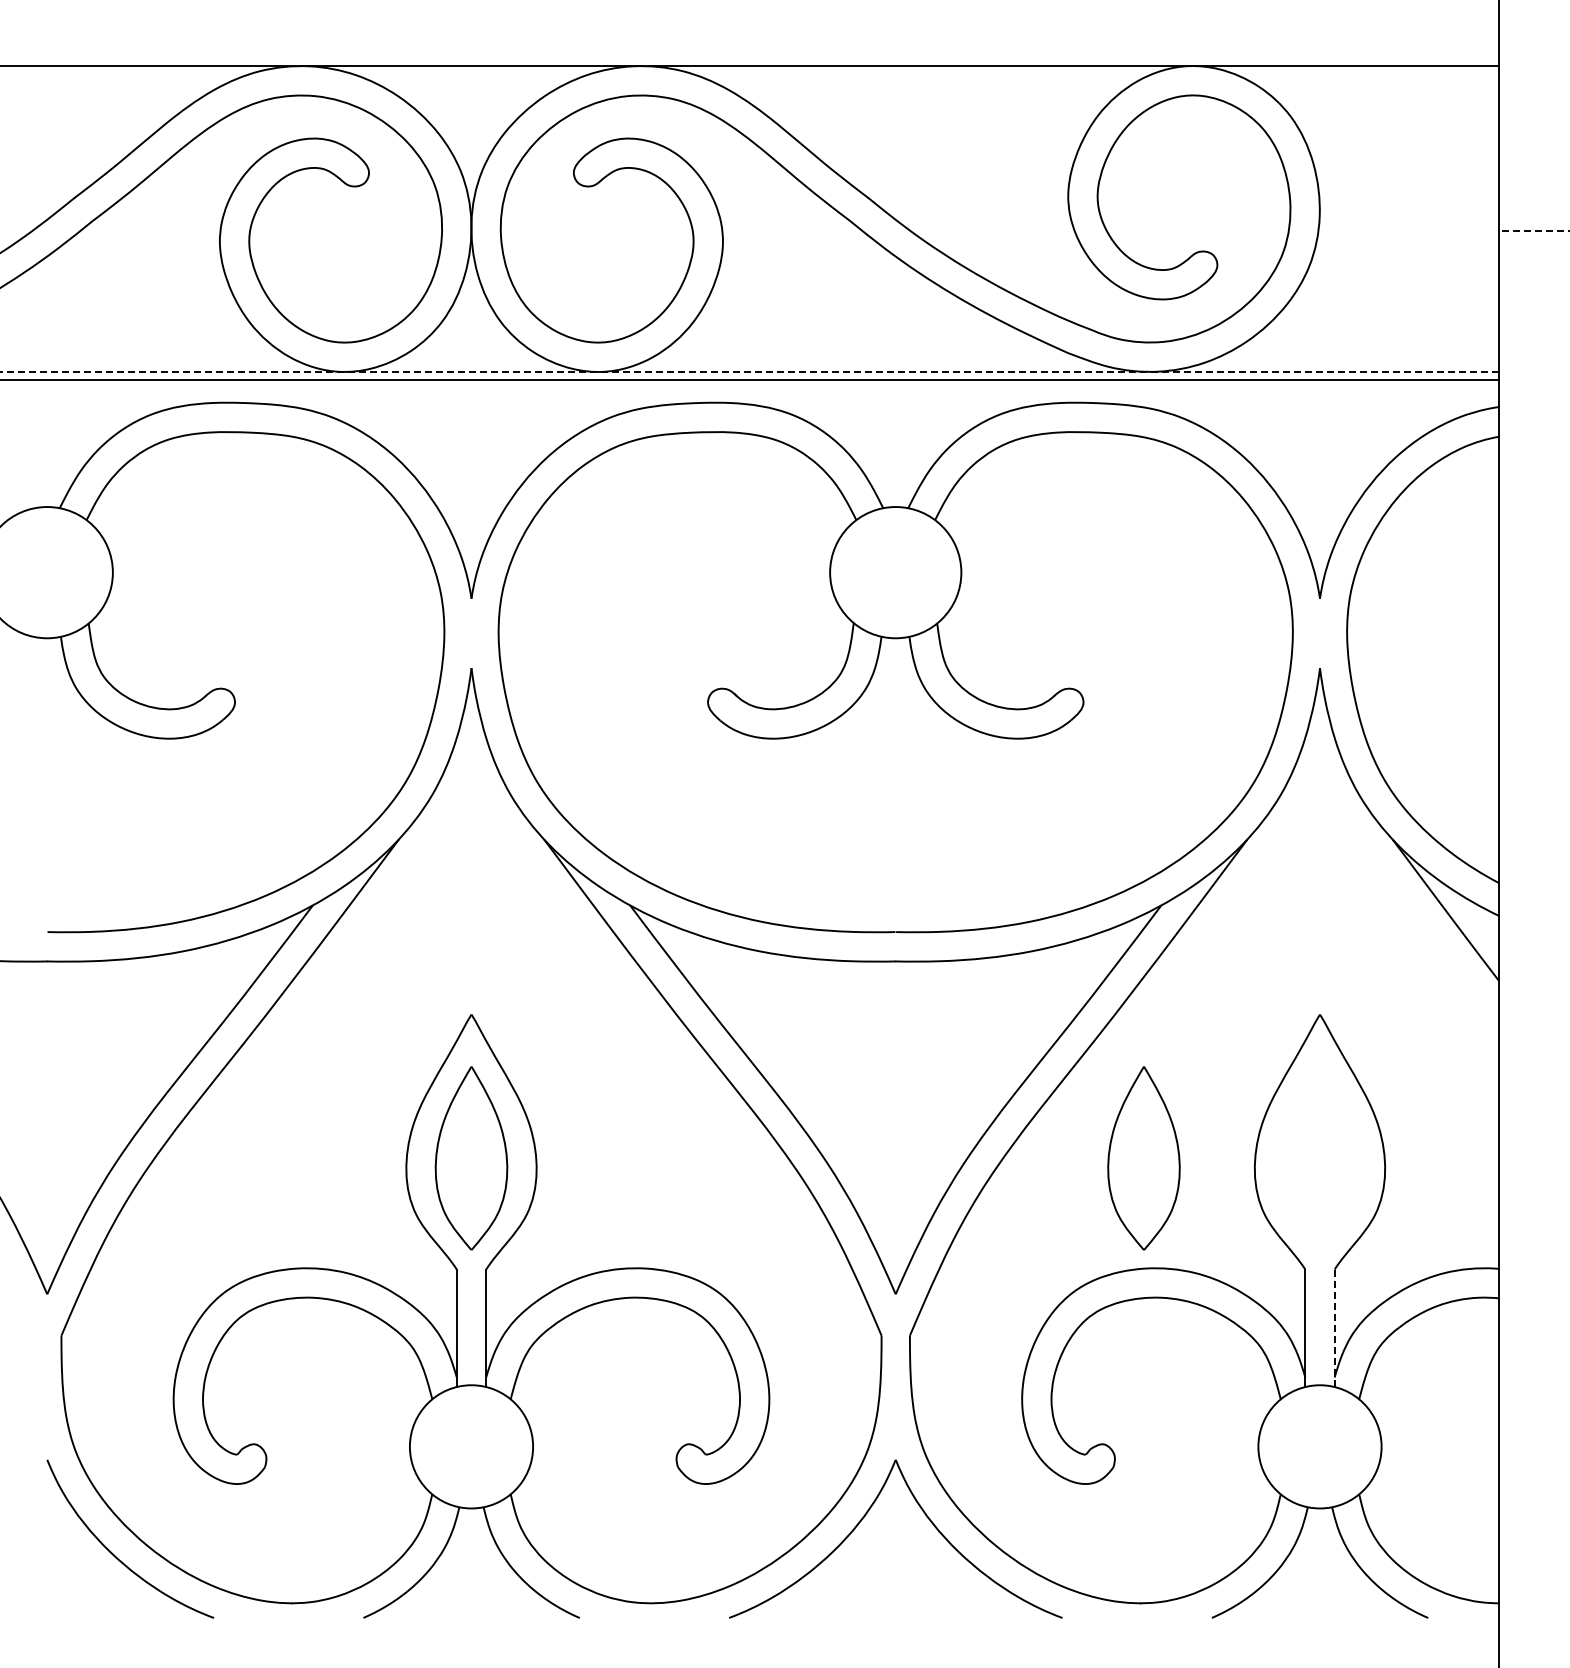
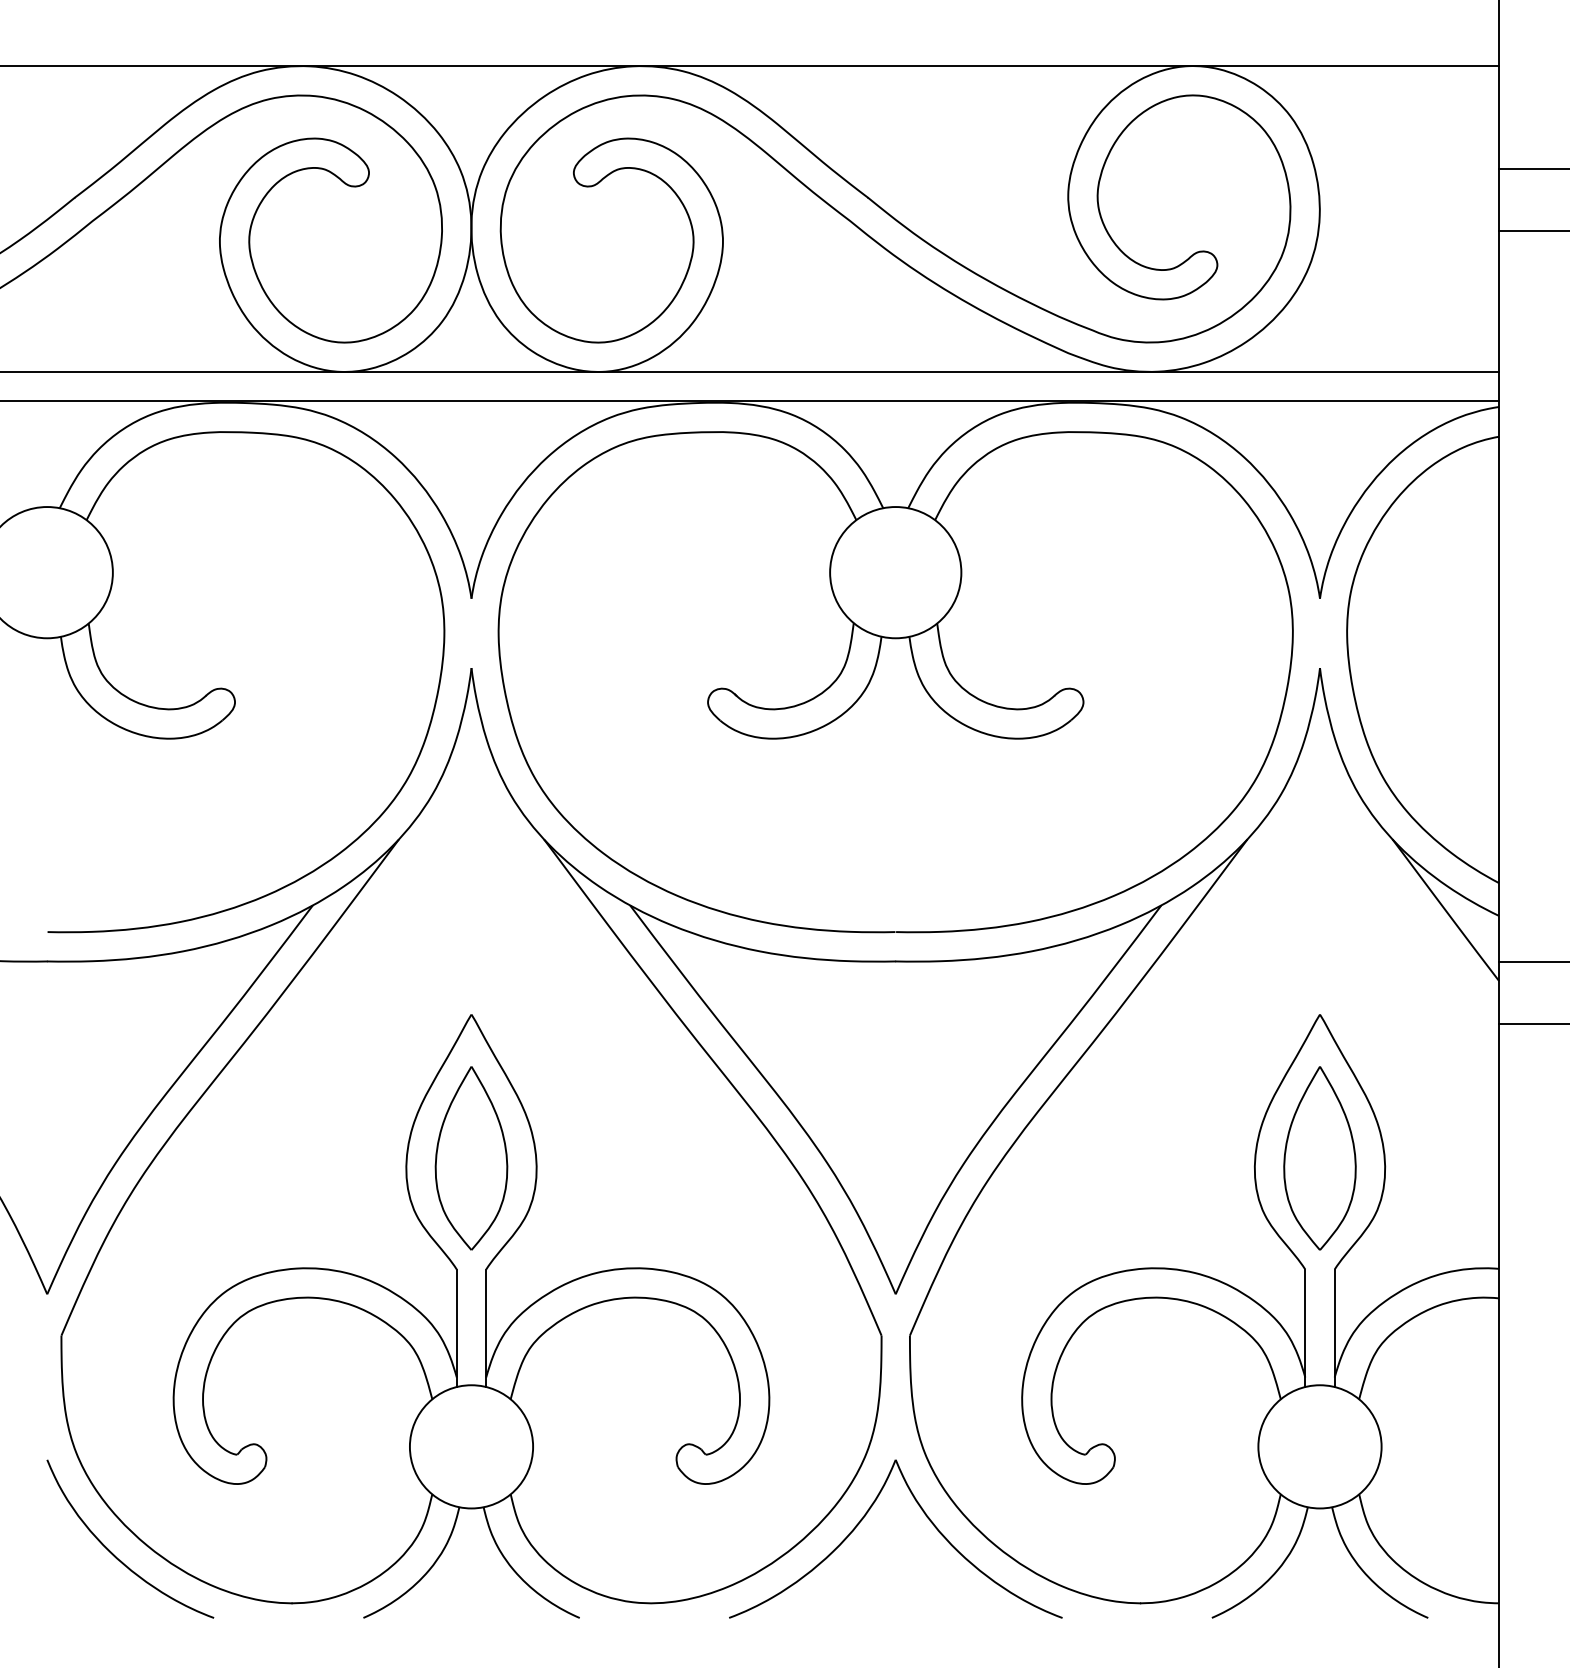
line at (1532, 169): none -> present
line at (1534, 231): dashed -> solid
line at (749, 371): dashed -> solid
line at (750, 380) position: (750, 380) -> (750, 401)
line at (1532, 962): none -> present
line at (1532, 1024): none -> present
part at (1143, 1158) position: (1143, 1158) -> (1319, 1158)
line at (1334, 1328): dashed -> solid
